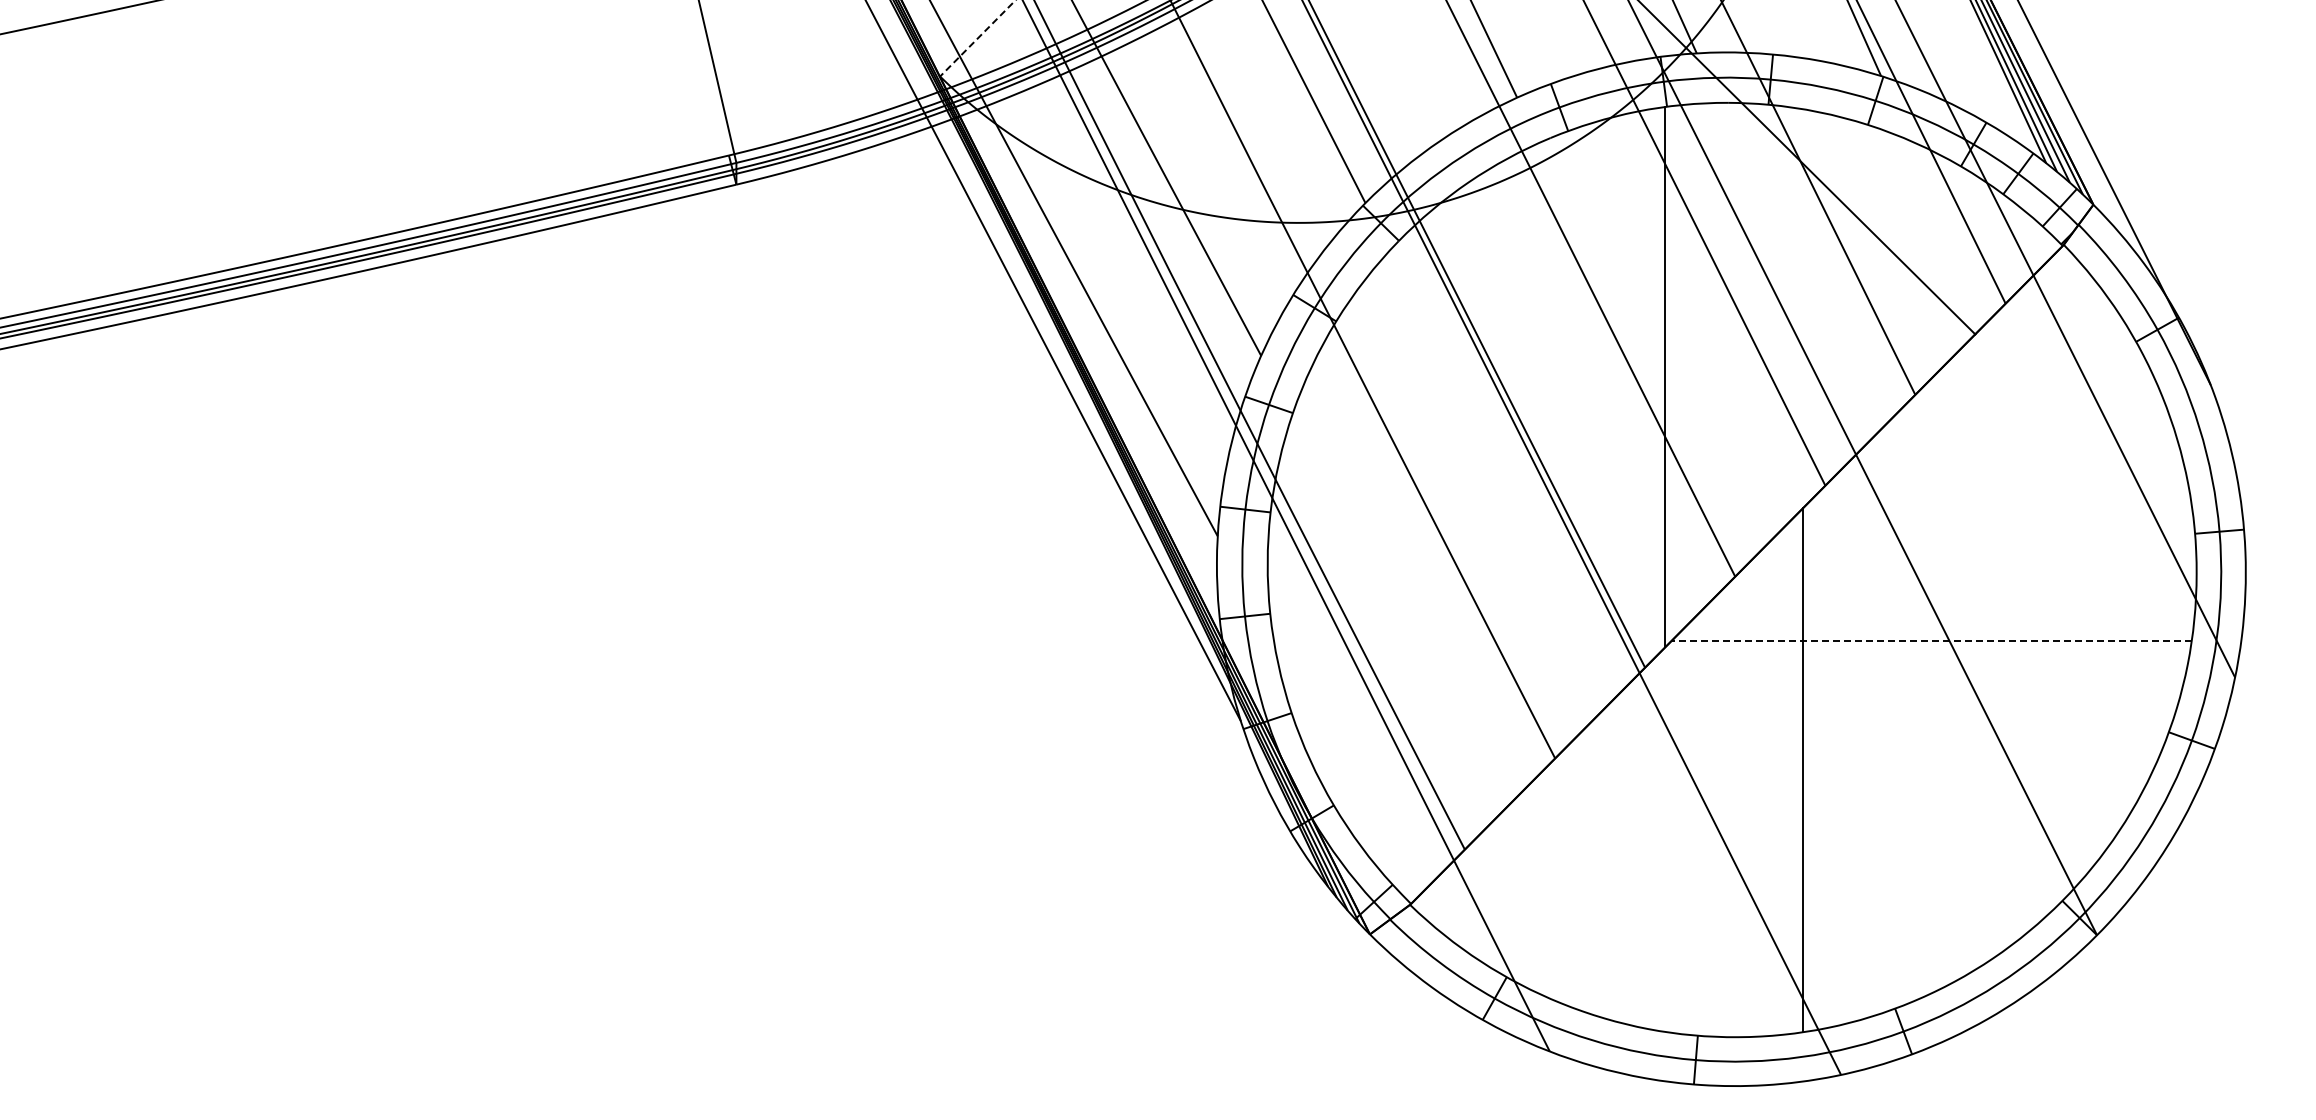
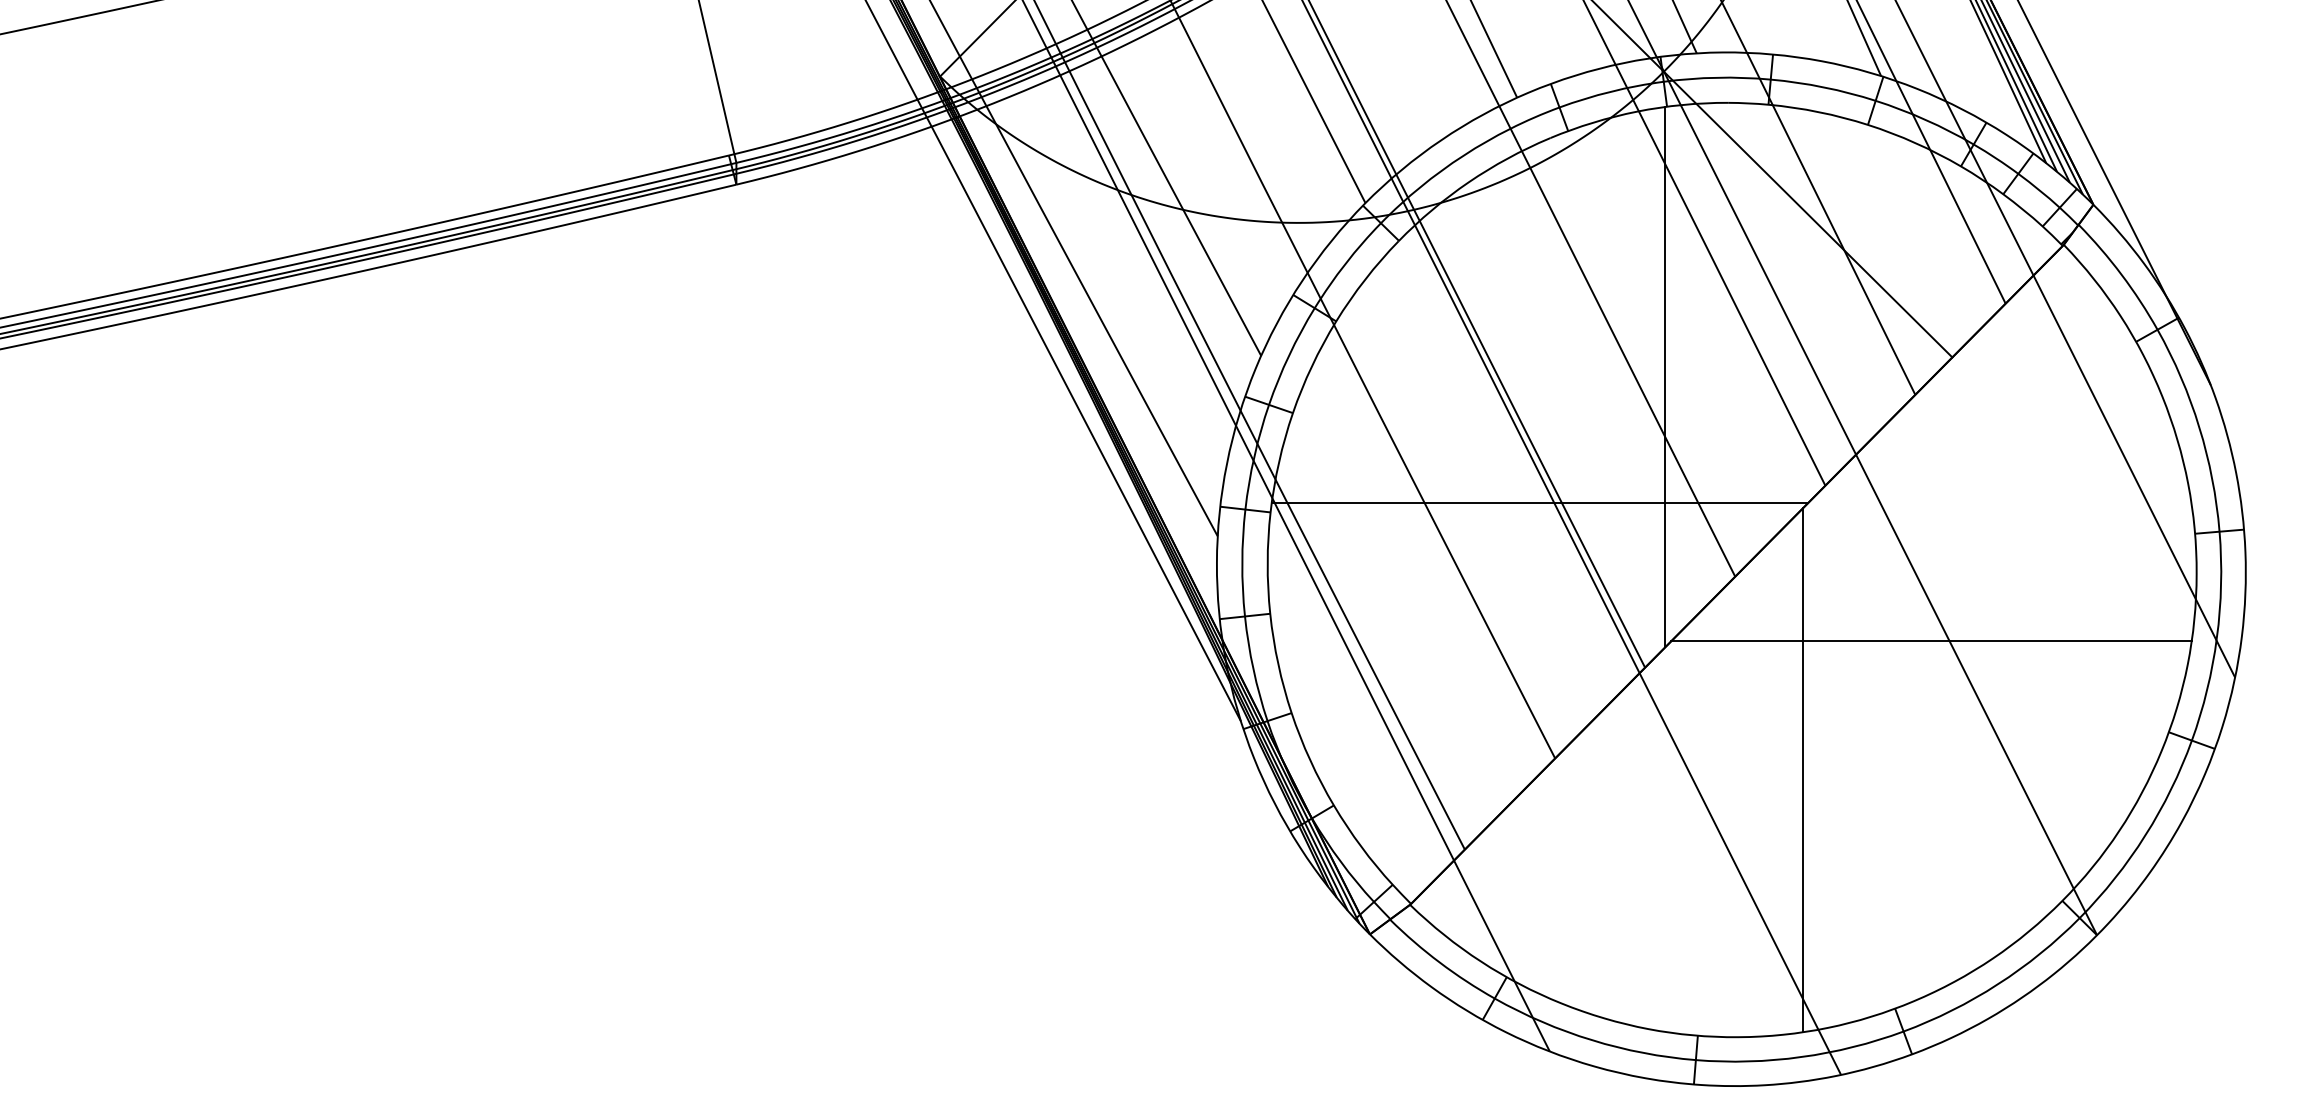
line at (977, 38): dashed -> solid
line at (1807, 168) position: (1807, 168) -> (1773, 179)
line at (1539, 503): none -> present
line at (1931, 641): dashed -> solid
